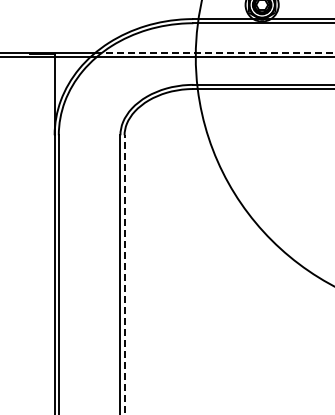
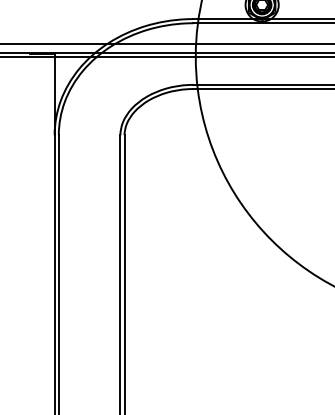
line at (166, 44): none -> present
line at (215, 52): dashed -> solid
line at (124, 274): dashed -> solid
